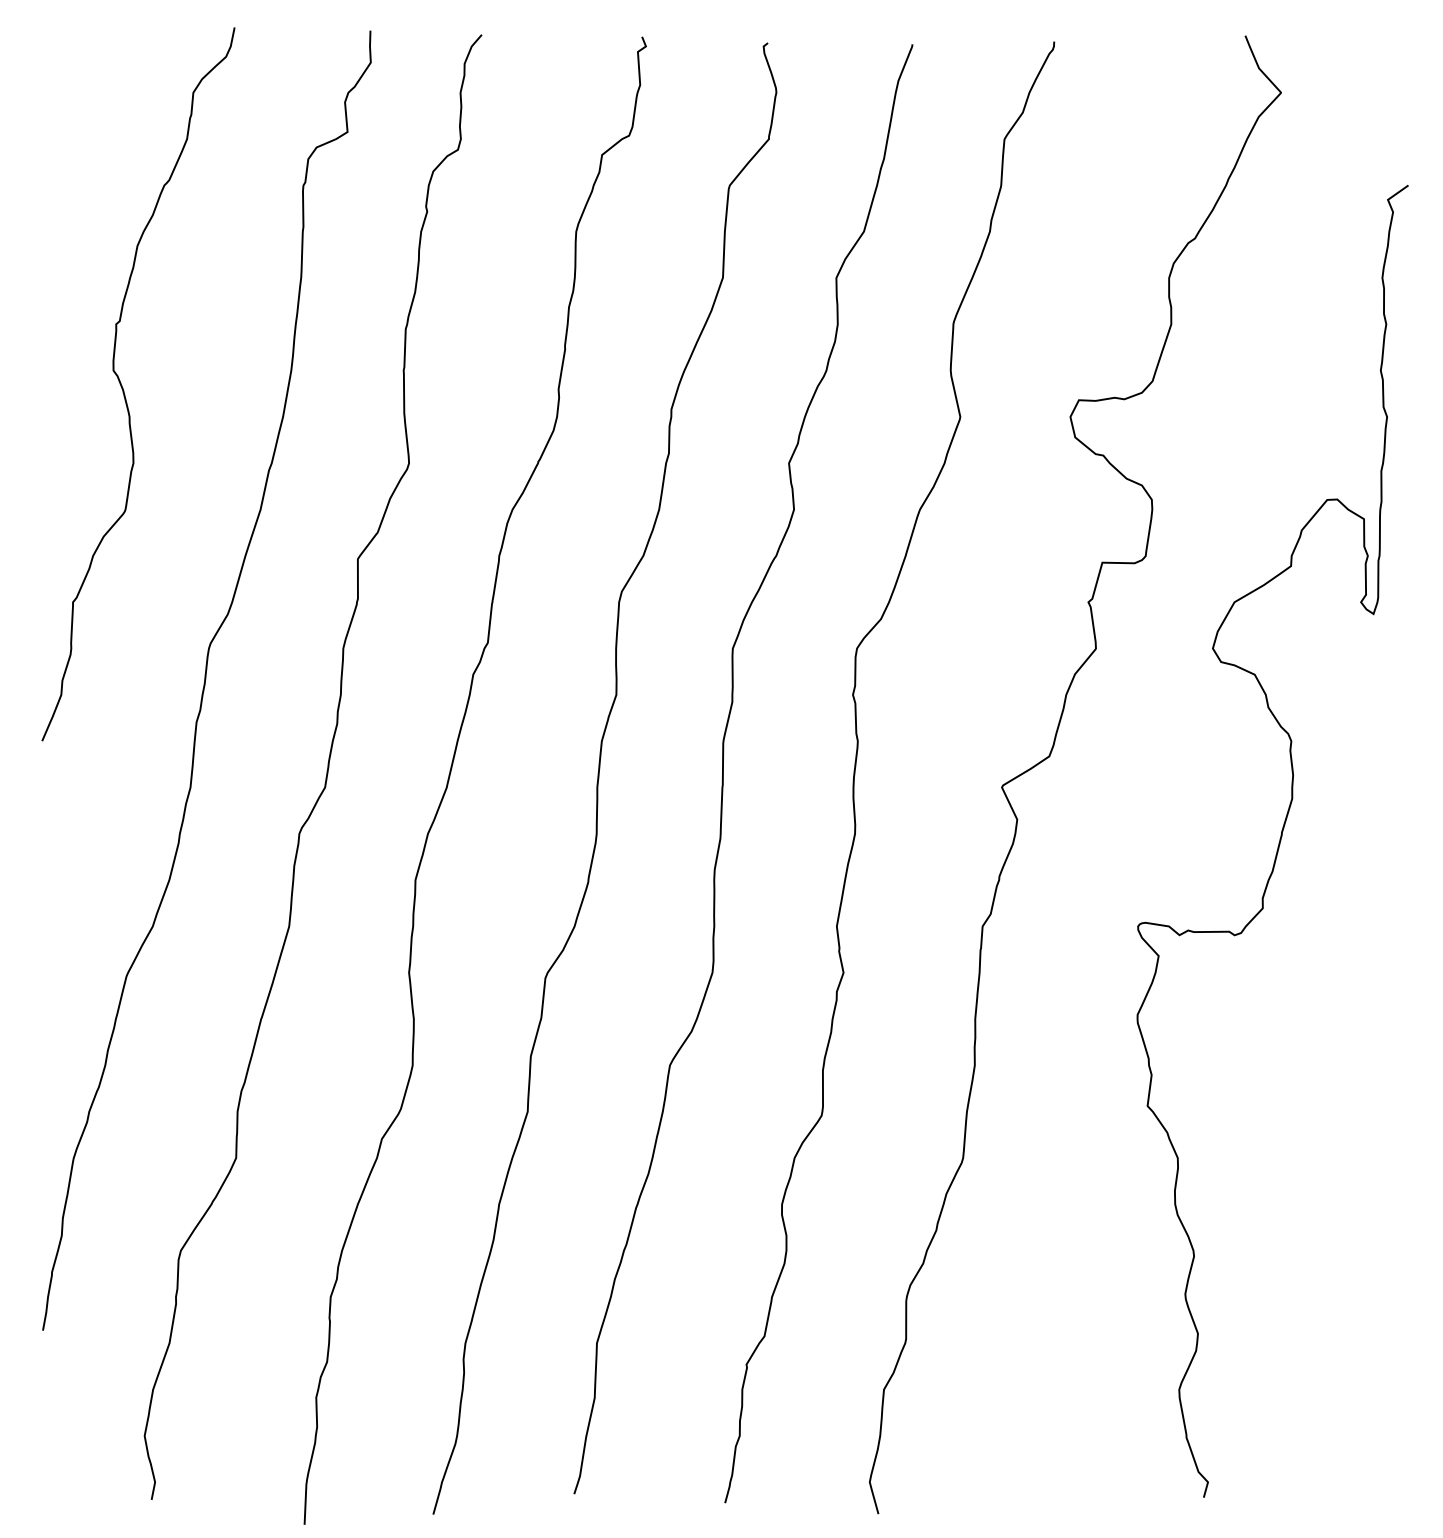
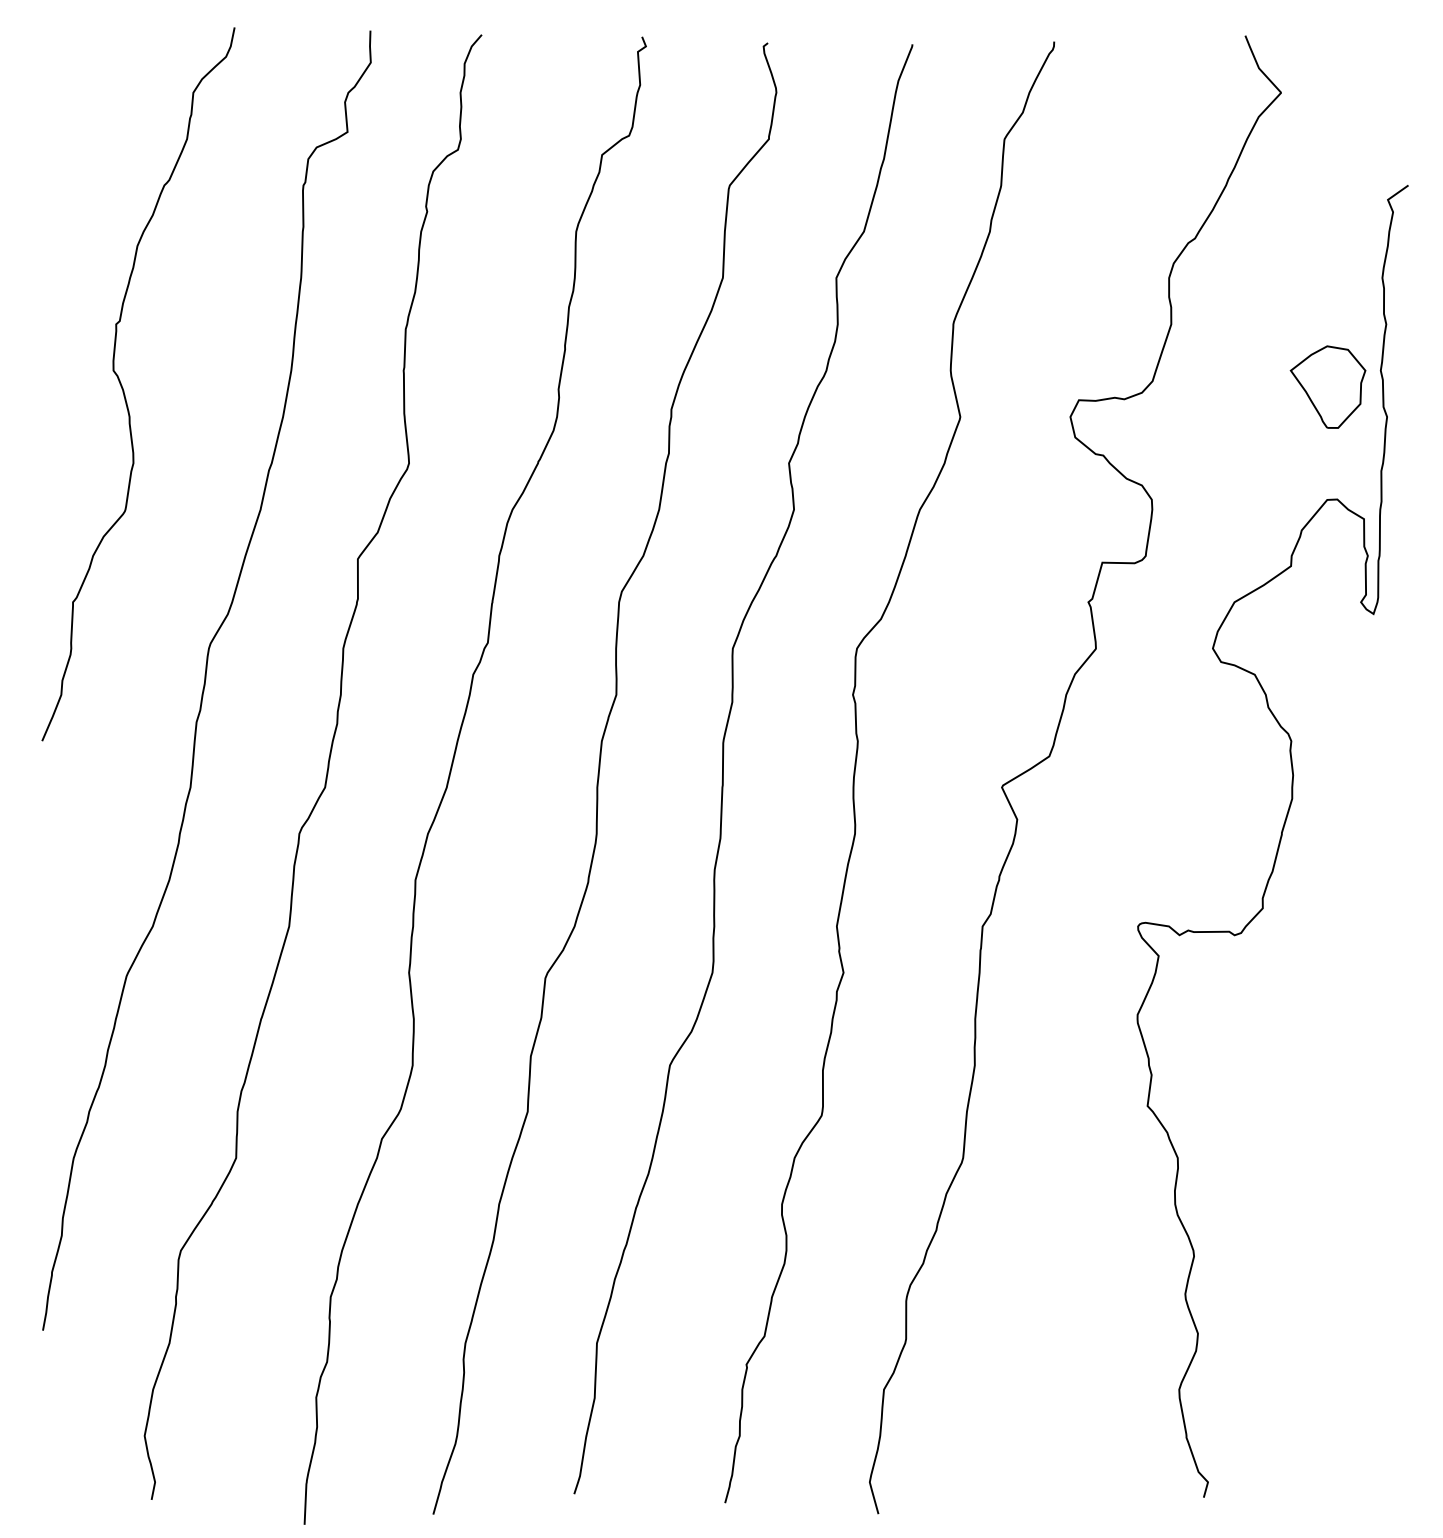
part at (1327, 386): none -> present
